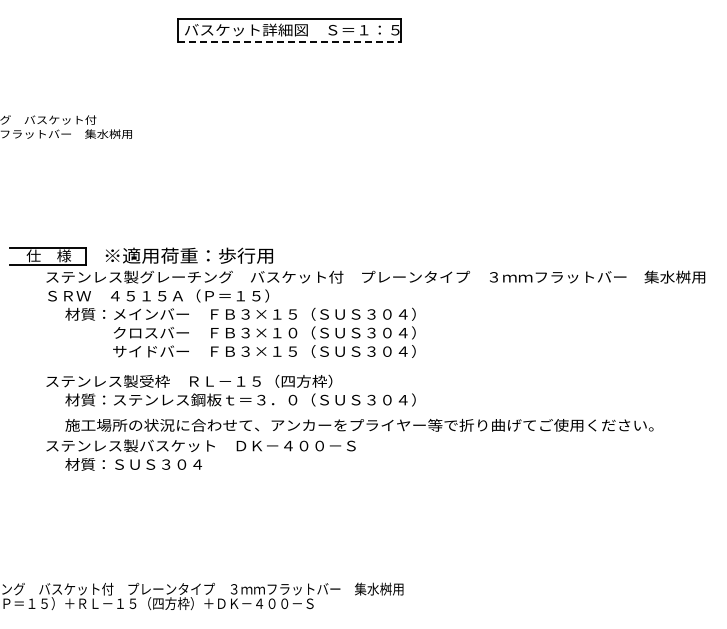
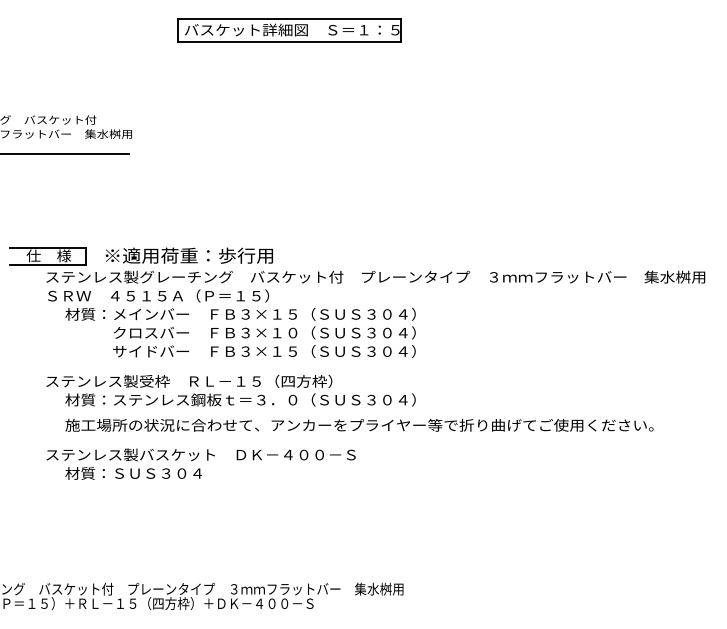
line at (289, 42): dashed -> solid
line at (65, 154): none -> present
text at (200, 454) position: (200, 454) -> (200, 463)
